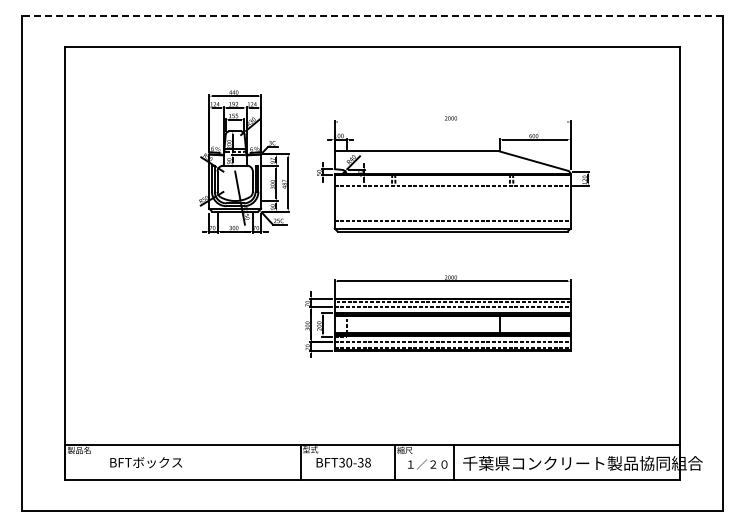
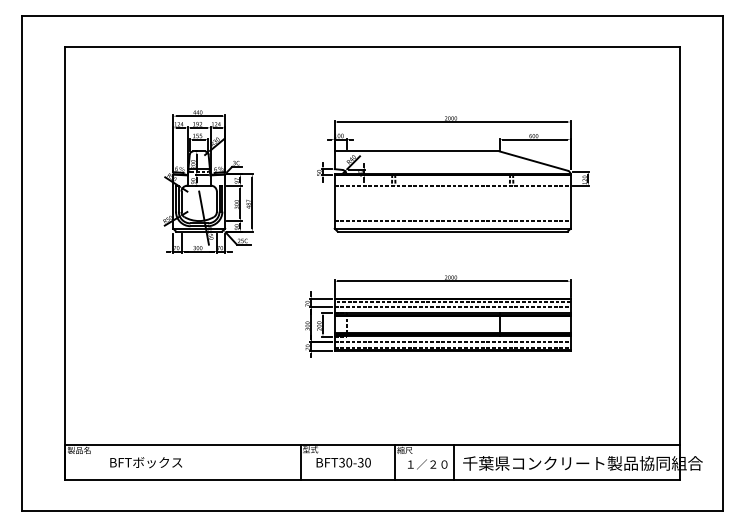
line at (372, 15): dashed -> solid
line at (452, 122): none -> present
part at (244, 161) position: (244, 161) -> (208, 181)
text at (367, 462): BFT30-38 -> BFT30-30
